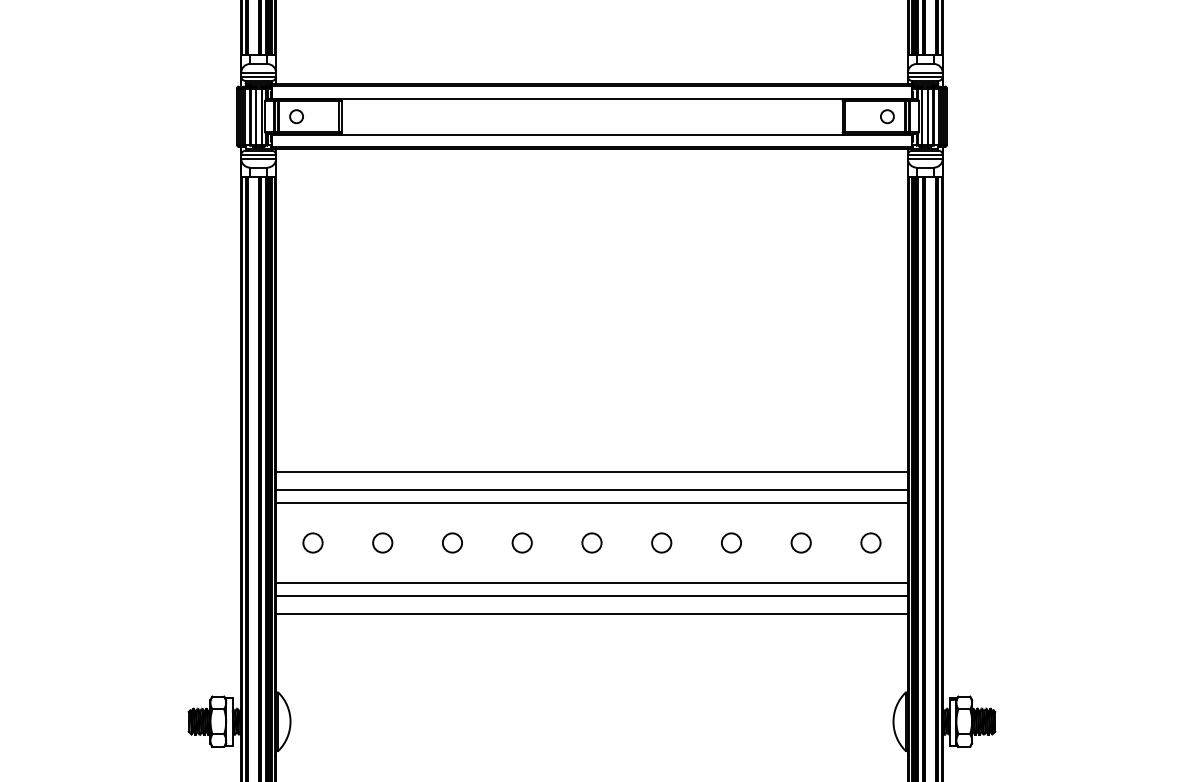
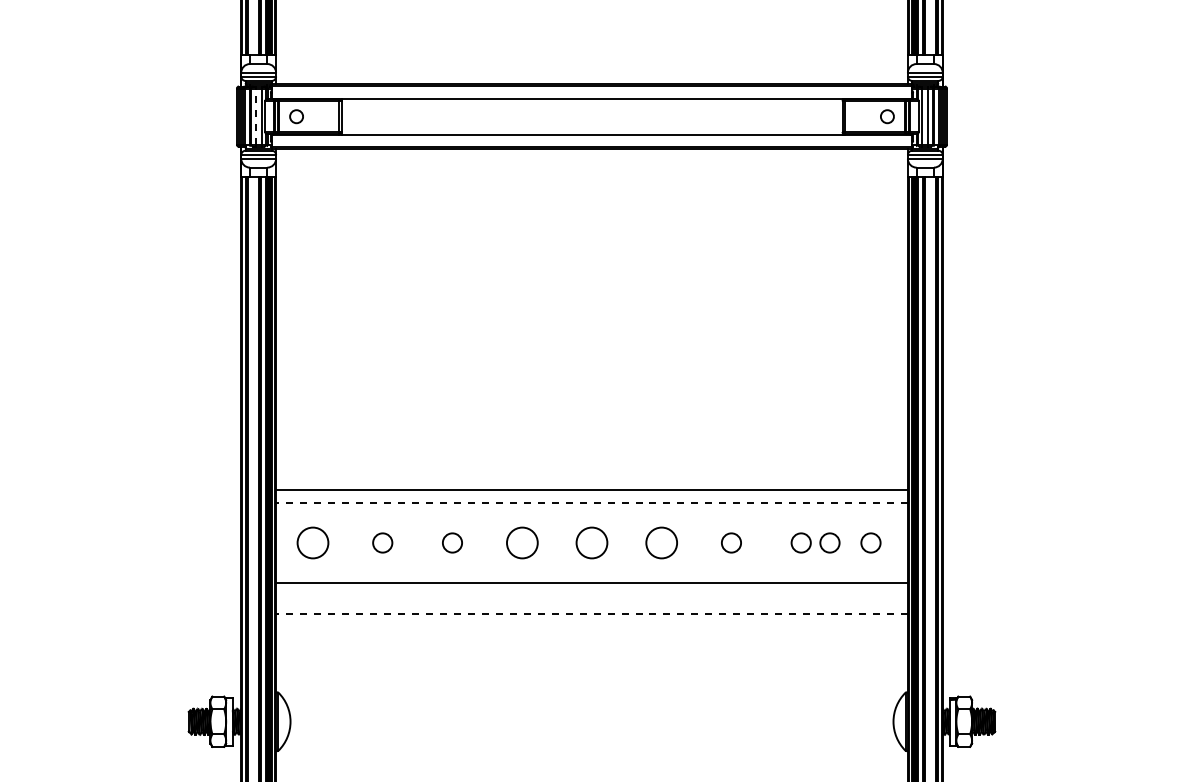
line at (255, 116): solid -> dashed
line at (591, 472): present -> none
line at (591, 502): solid -> dashed
circle at (312, 542) diameter: 19 px -> 31 px
circle at (521, 542) size: 22x22 px -> 33x34 px
circle at (591, 542) size: 22x22 px -> 34x34 px
circle at (661, 542) diameter: 19 px -> 31 px
circle at (829, 542): none -> present
line at (591, 596): present -> none
line at (591, 613): solid -> dashed
